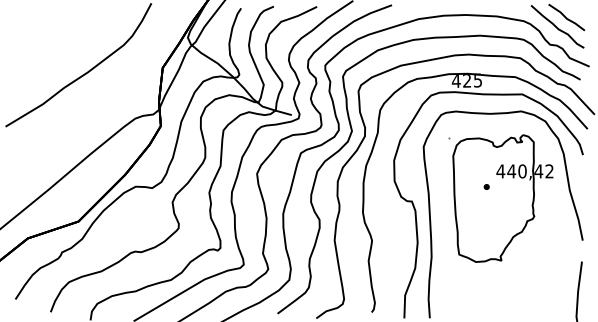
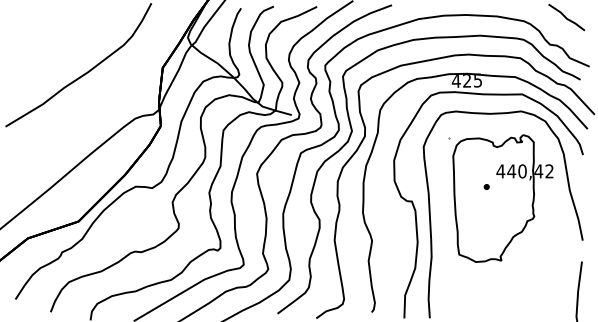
curve at (557, 26): present -> none
